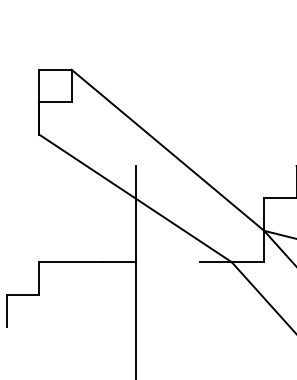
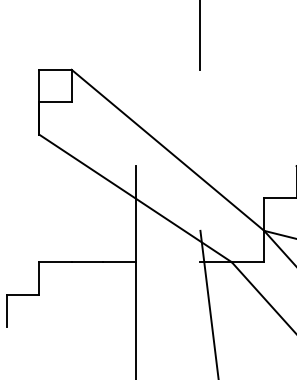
line at (200, 35): none -> present
line at (209, 303): none -> present
